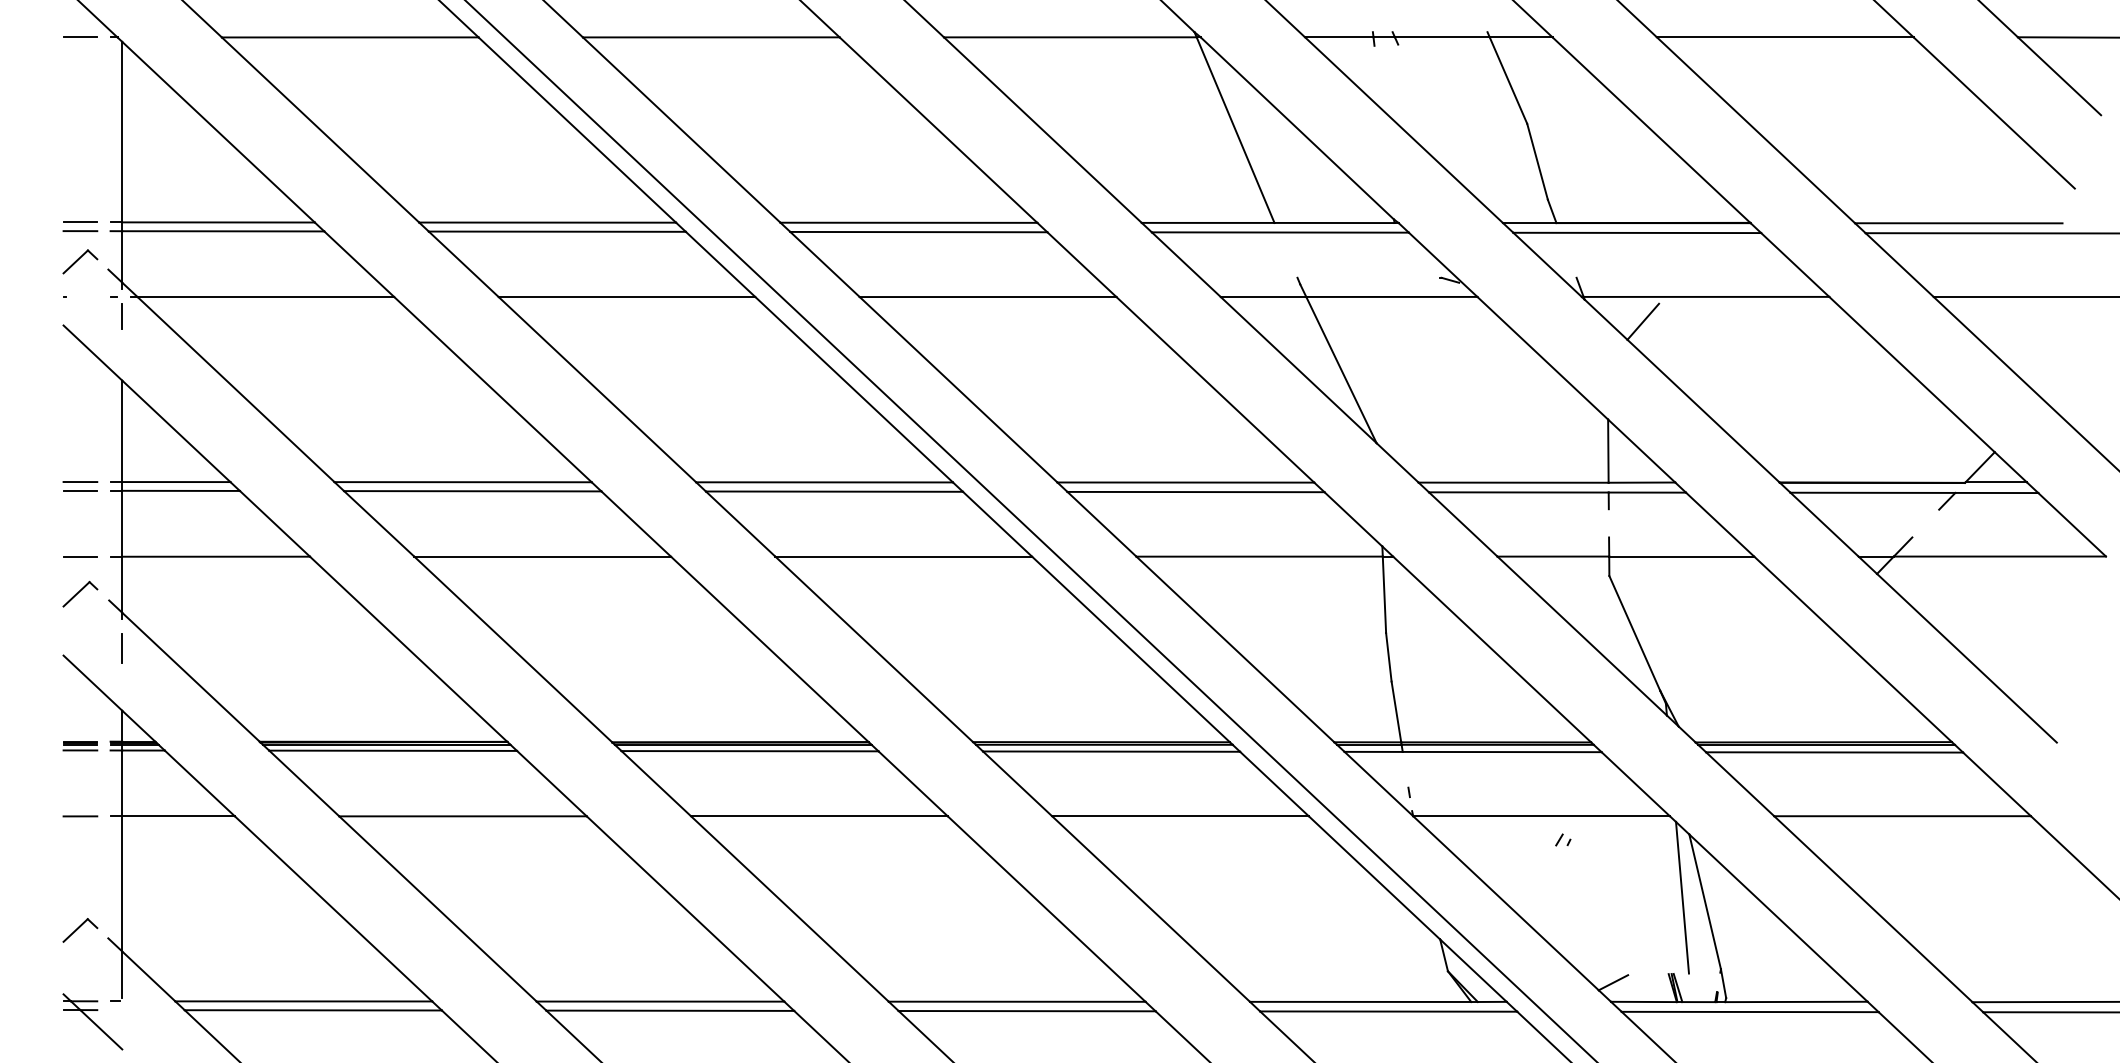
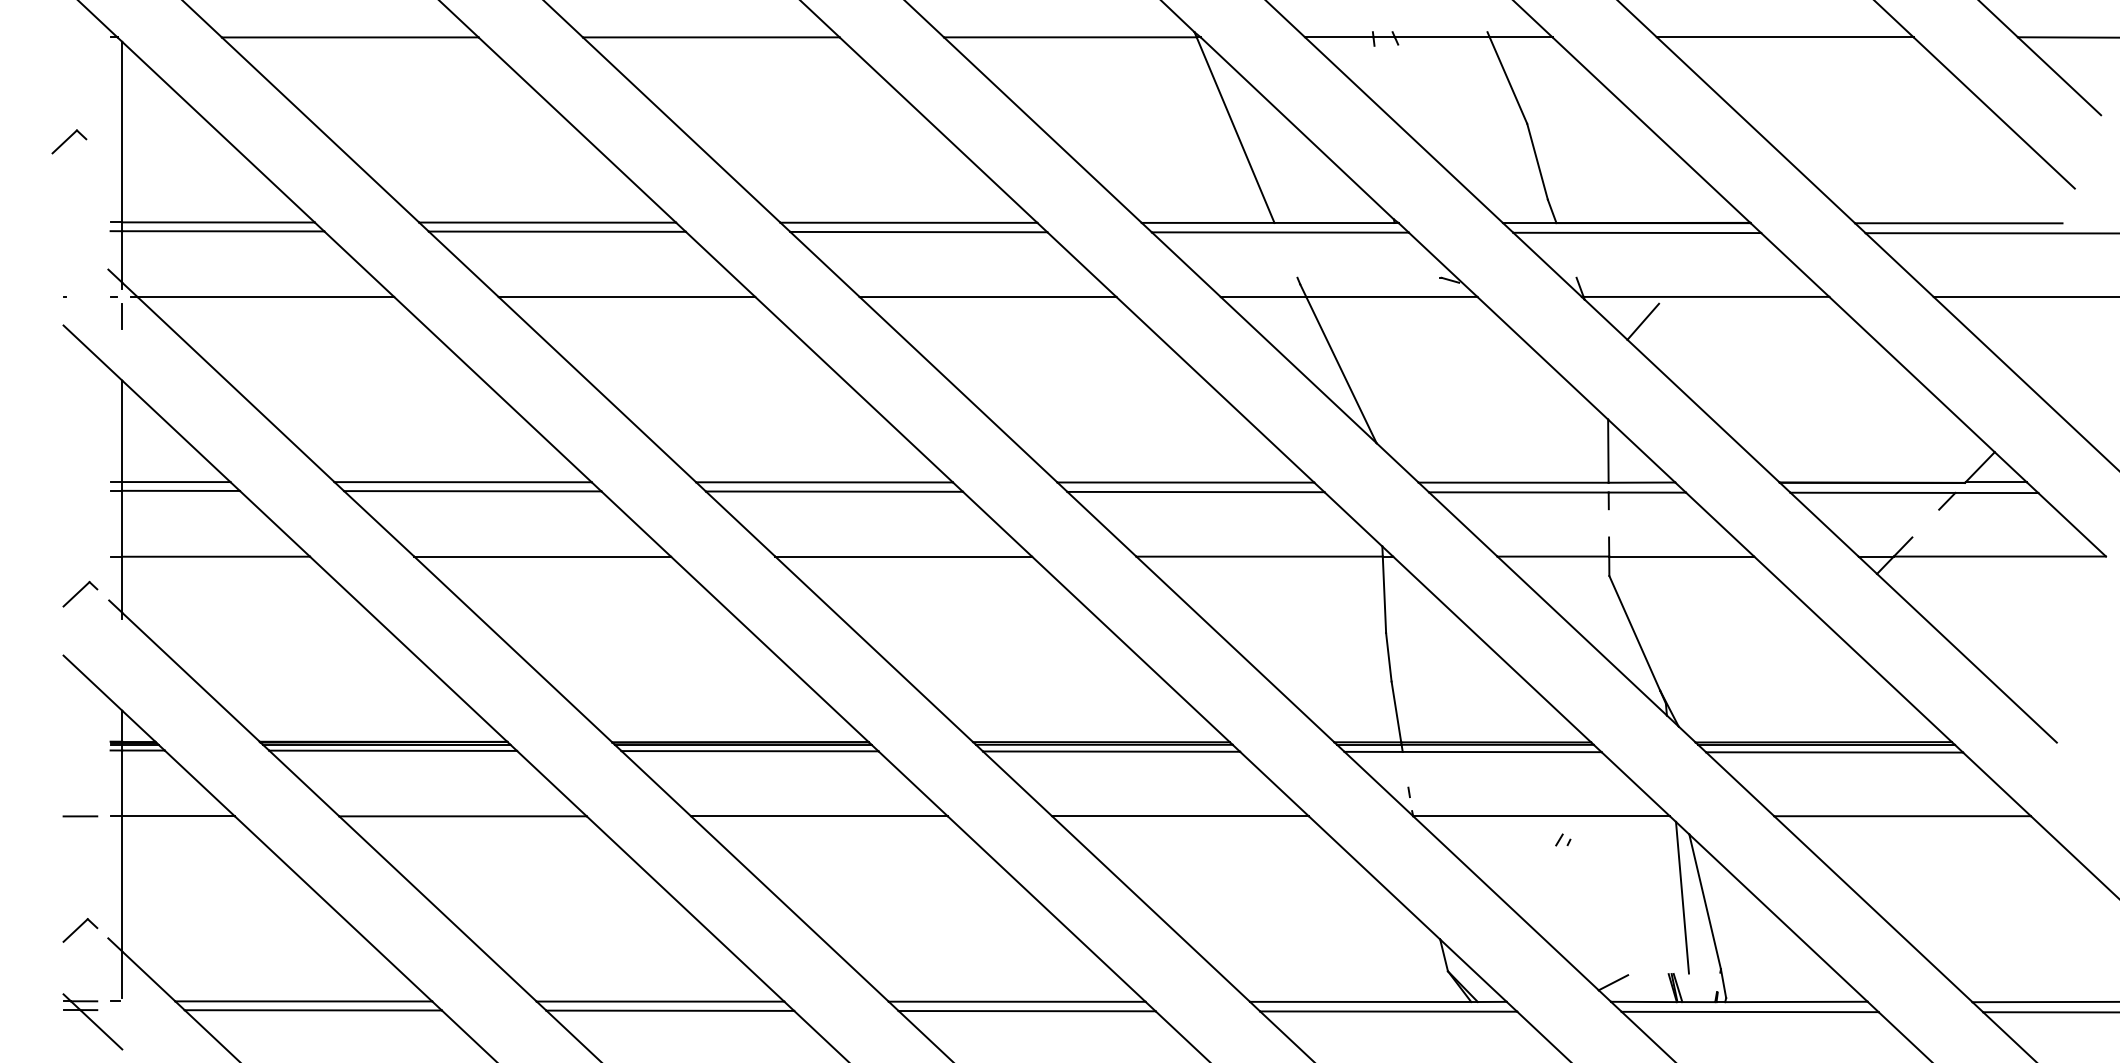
line at (80, 37): present -> none
line at (80, 222): present -> none
line at (80, 231): present -> none
part at (80, 261) position: (80, 261) -> (69, 141)
line at (80, 482): present -> none
line at (80, 490): present -> none
line at (1030, 530): present -> none
line at (80, 556): present -> none
line at (122, 648): present -> none
part at (80, 746): present -> none
